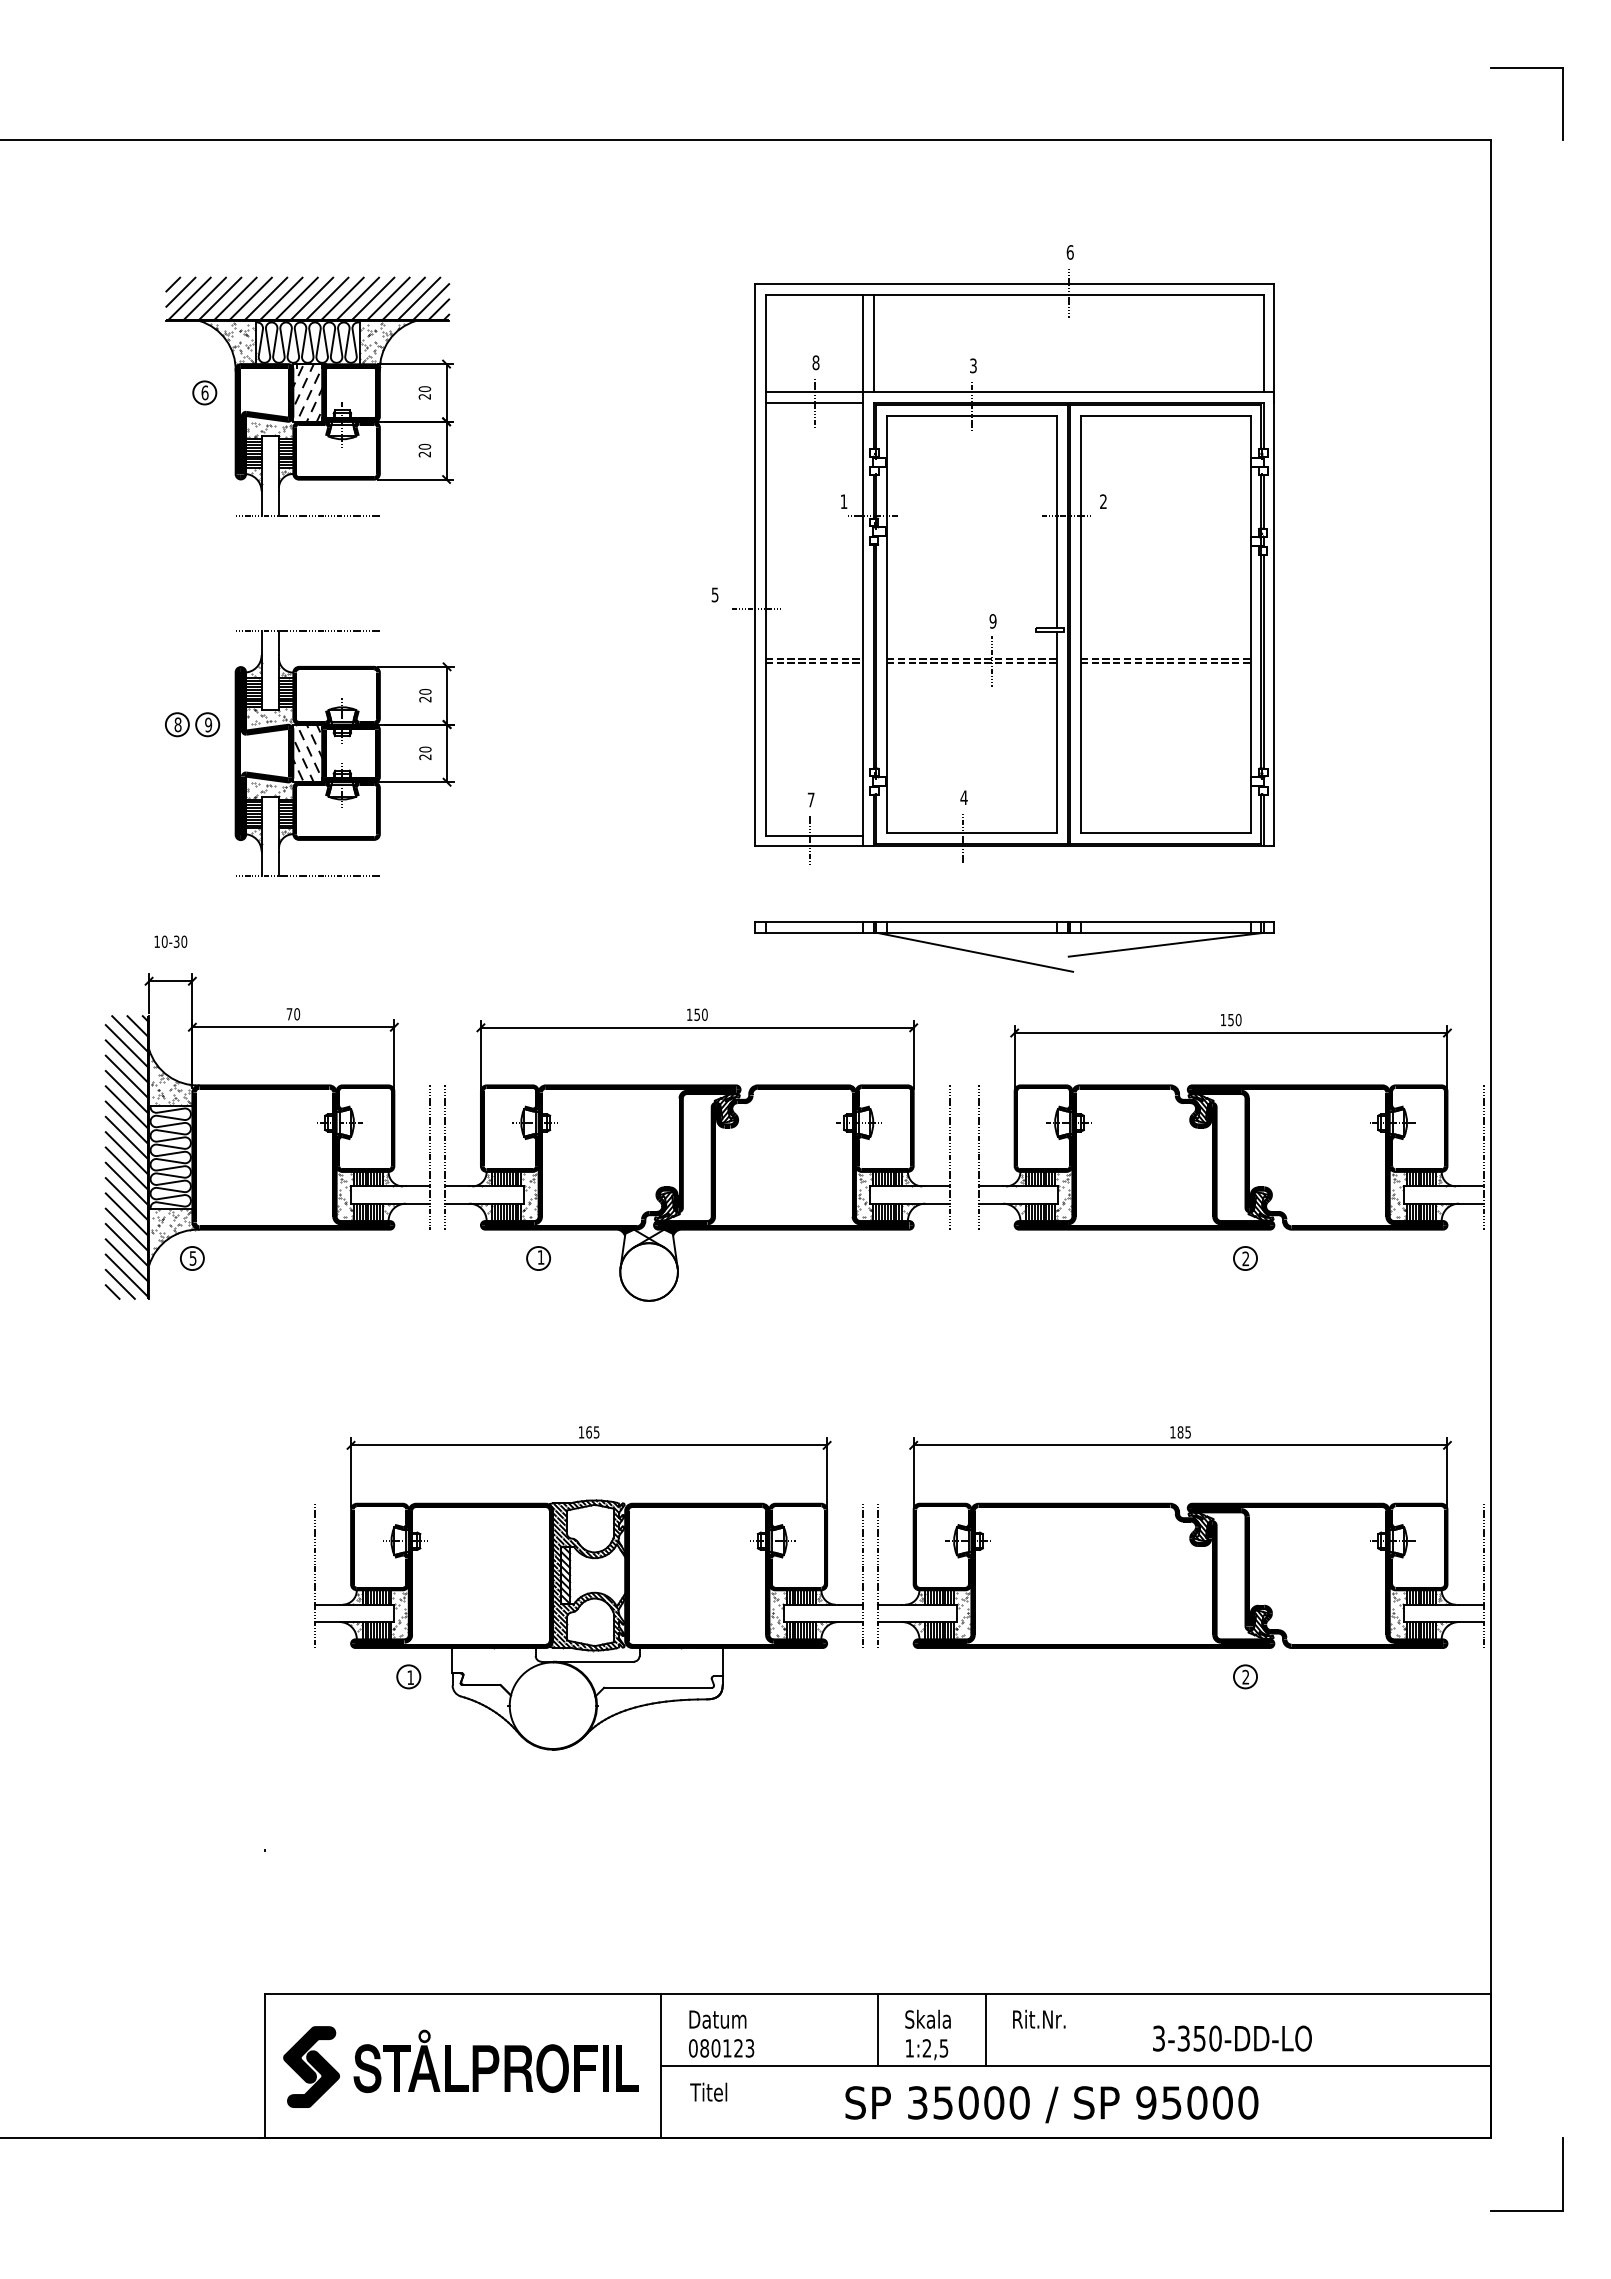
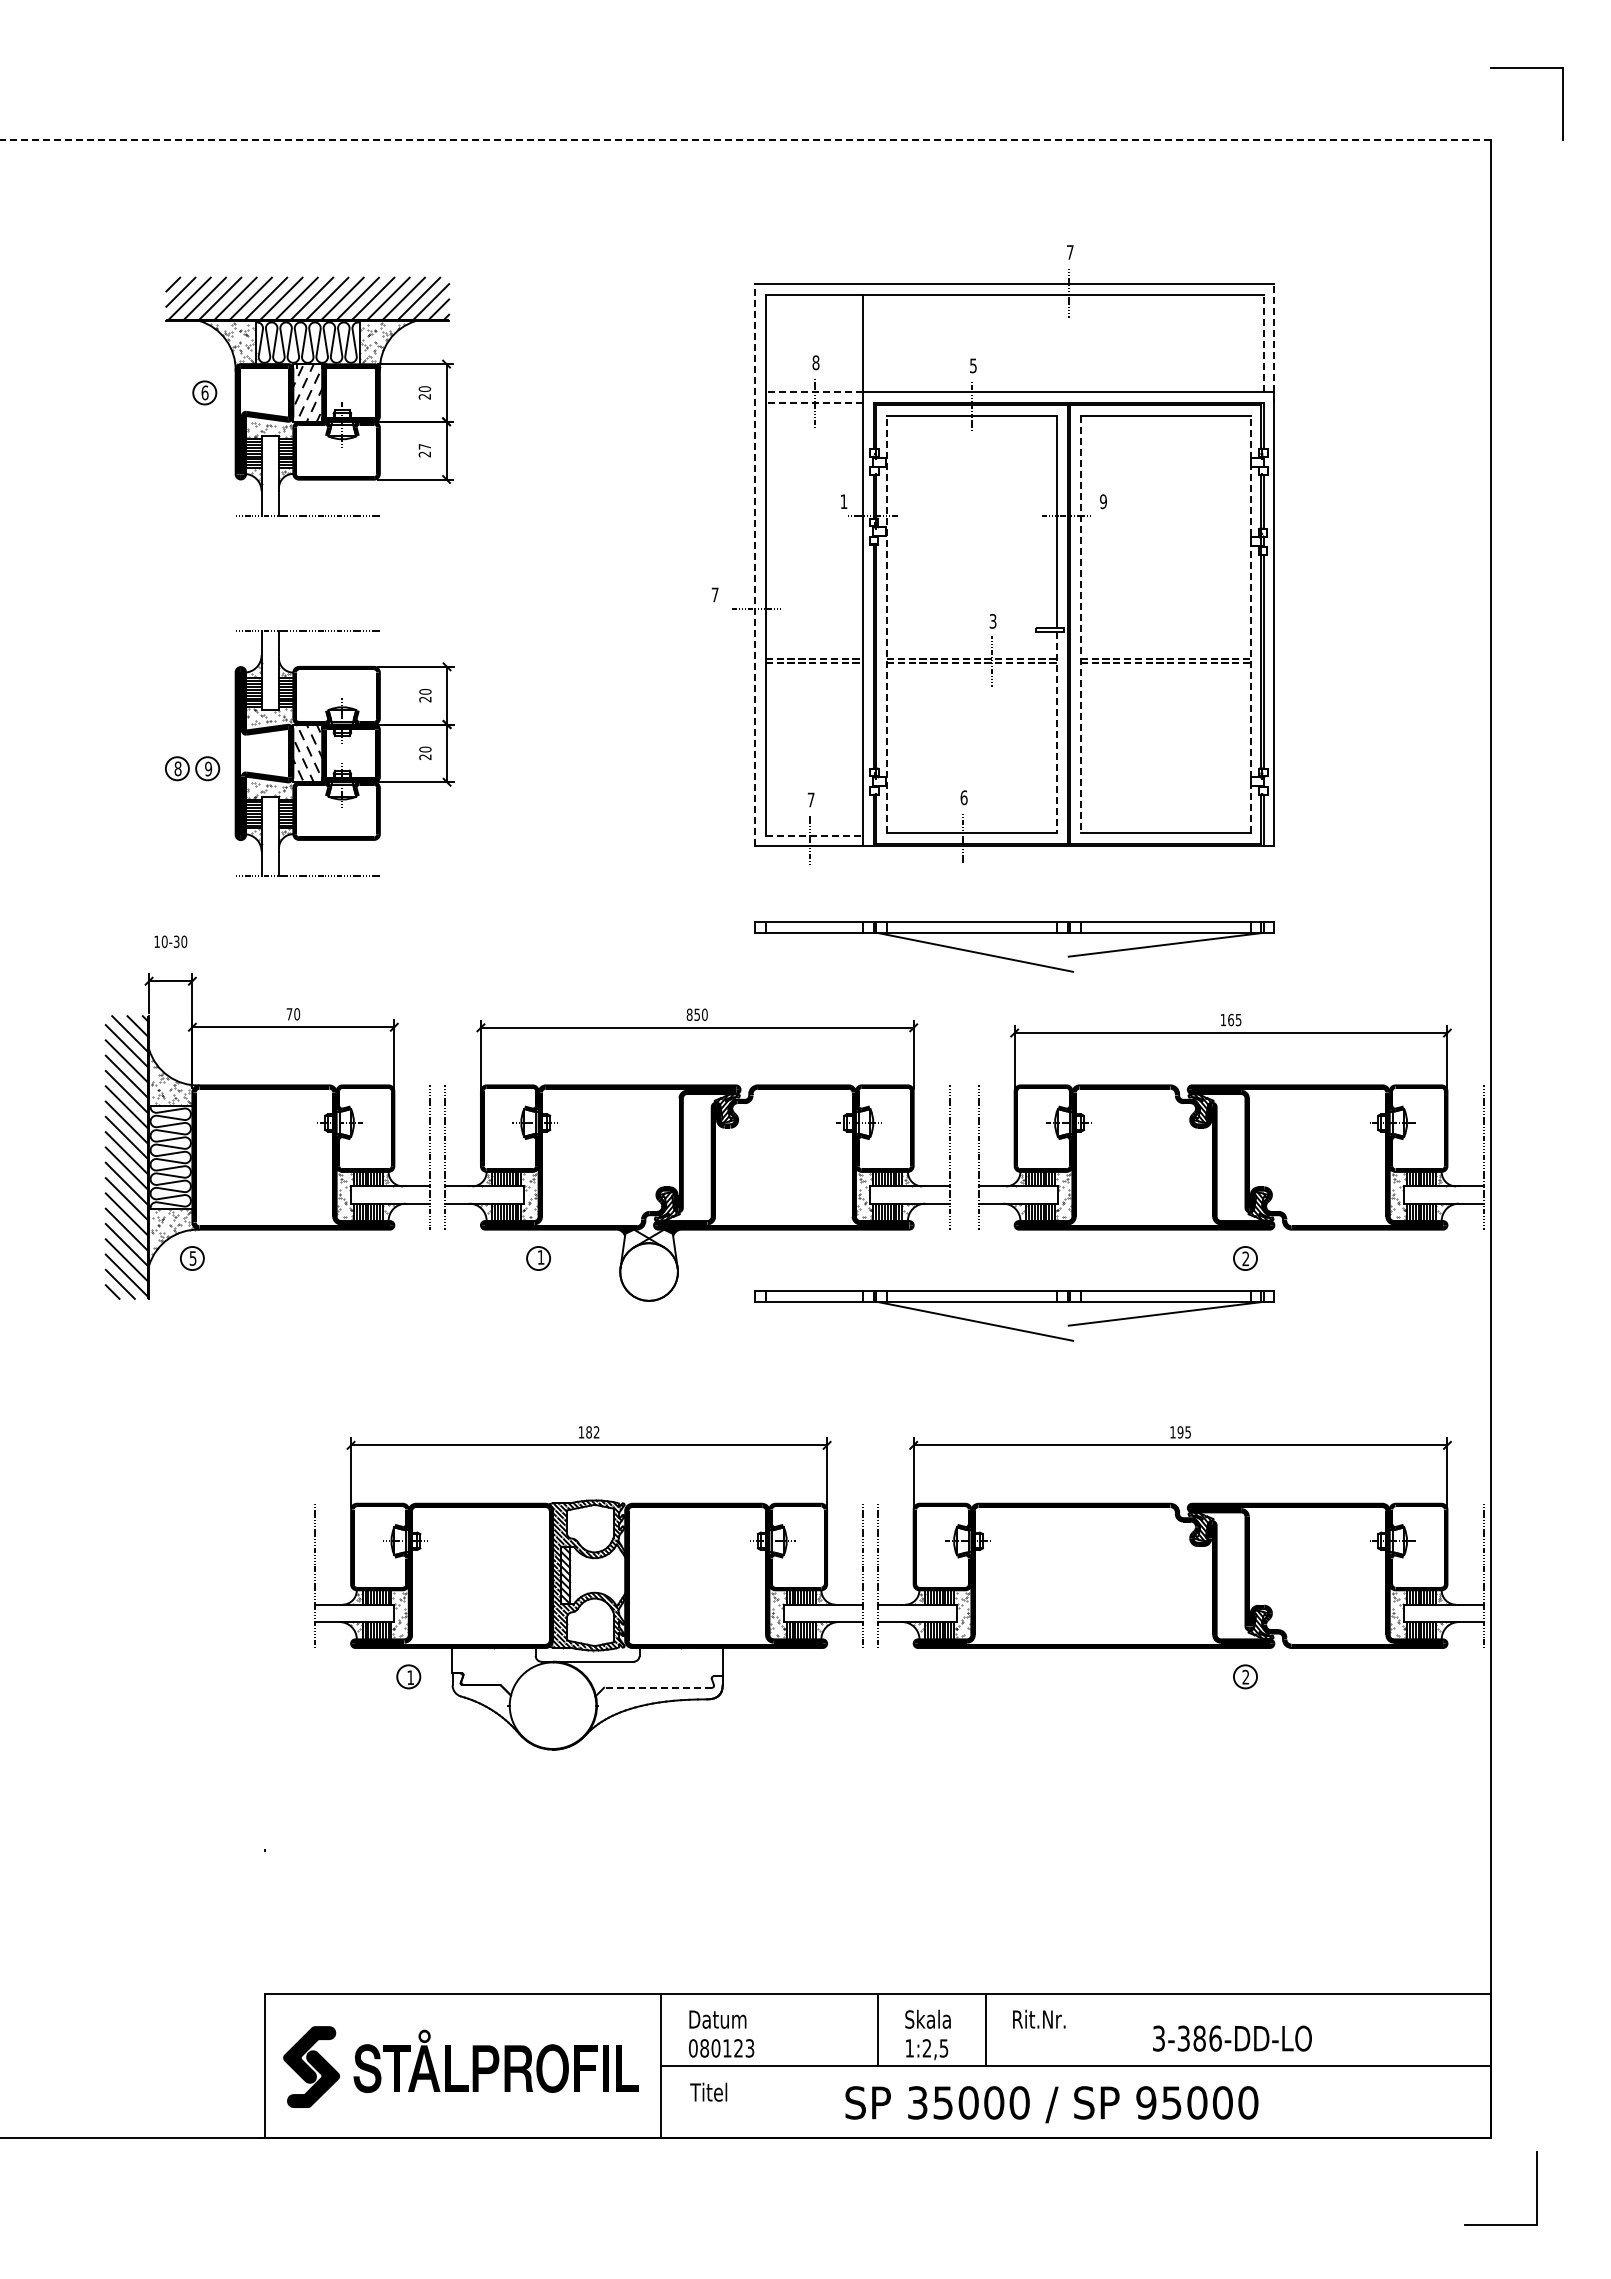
line at (744, 140): solid -> dashed
text at (1069, 252): 6 -> 7
line at (874, 342): present -> none
line at (1263, 343): solid -> dashed
line at (1274, 343): solid -> dashed
text at (973, 365): 3 -> 5
line at (814, 391): solid -> dashed
line at (814, 402): solid -> dashed
text at (424, 446): 20 -> 27
text at (1103, 501): 2 -> 9
line at (755, 564): solid -> dashed
text at (714, 594): 5 -> 7
text at (992, 621): 9 -> 3
line at (887, 624): solid -> dashed
line at (1080, 624): solid -> dashed
line at (1250, 624): solid -> dashed
part at (192, 724) position: (192, 724) -> (192, 768)
line at (1056, 732): solid -> dashed
text at (963, 797): 4 -> 6
line at (814, 835): solid -> dashed
text at (689, 1014): 150 -> 850
text at (1234, 1019): 150 -> 165
part at (1012, 1327): none -> present
text at (592, 1432): 165 -> 182
text at (1180, 1432): 185 -> 195
line at (658, 1687): solid -> dashed
text at (1207, 2038): 3-350-DD-LO -> 3-386-DD-LO
part at (1562, 2174) position: (1562, 2174) -> (1536, 2188)
